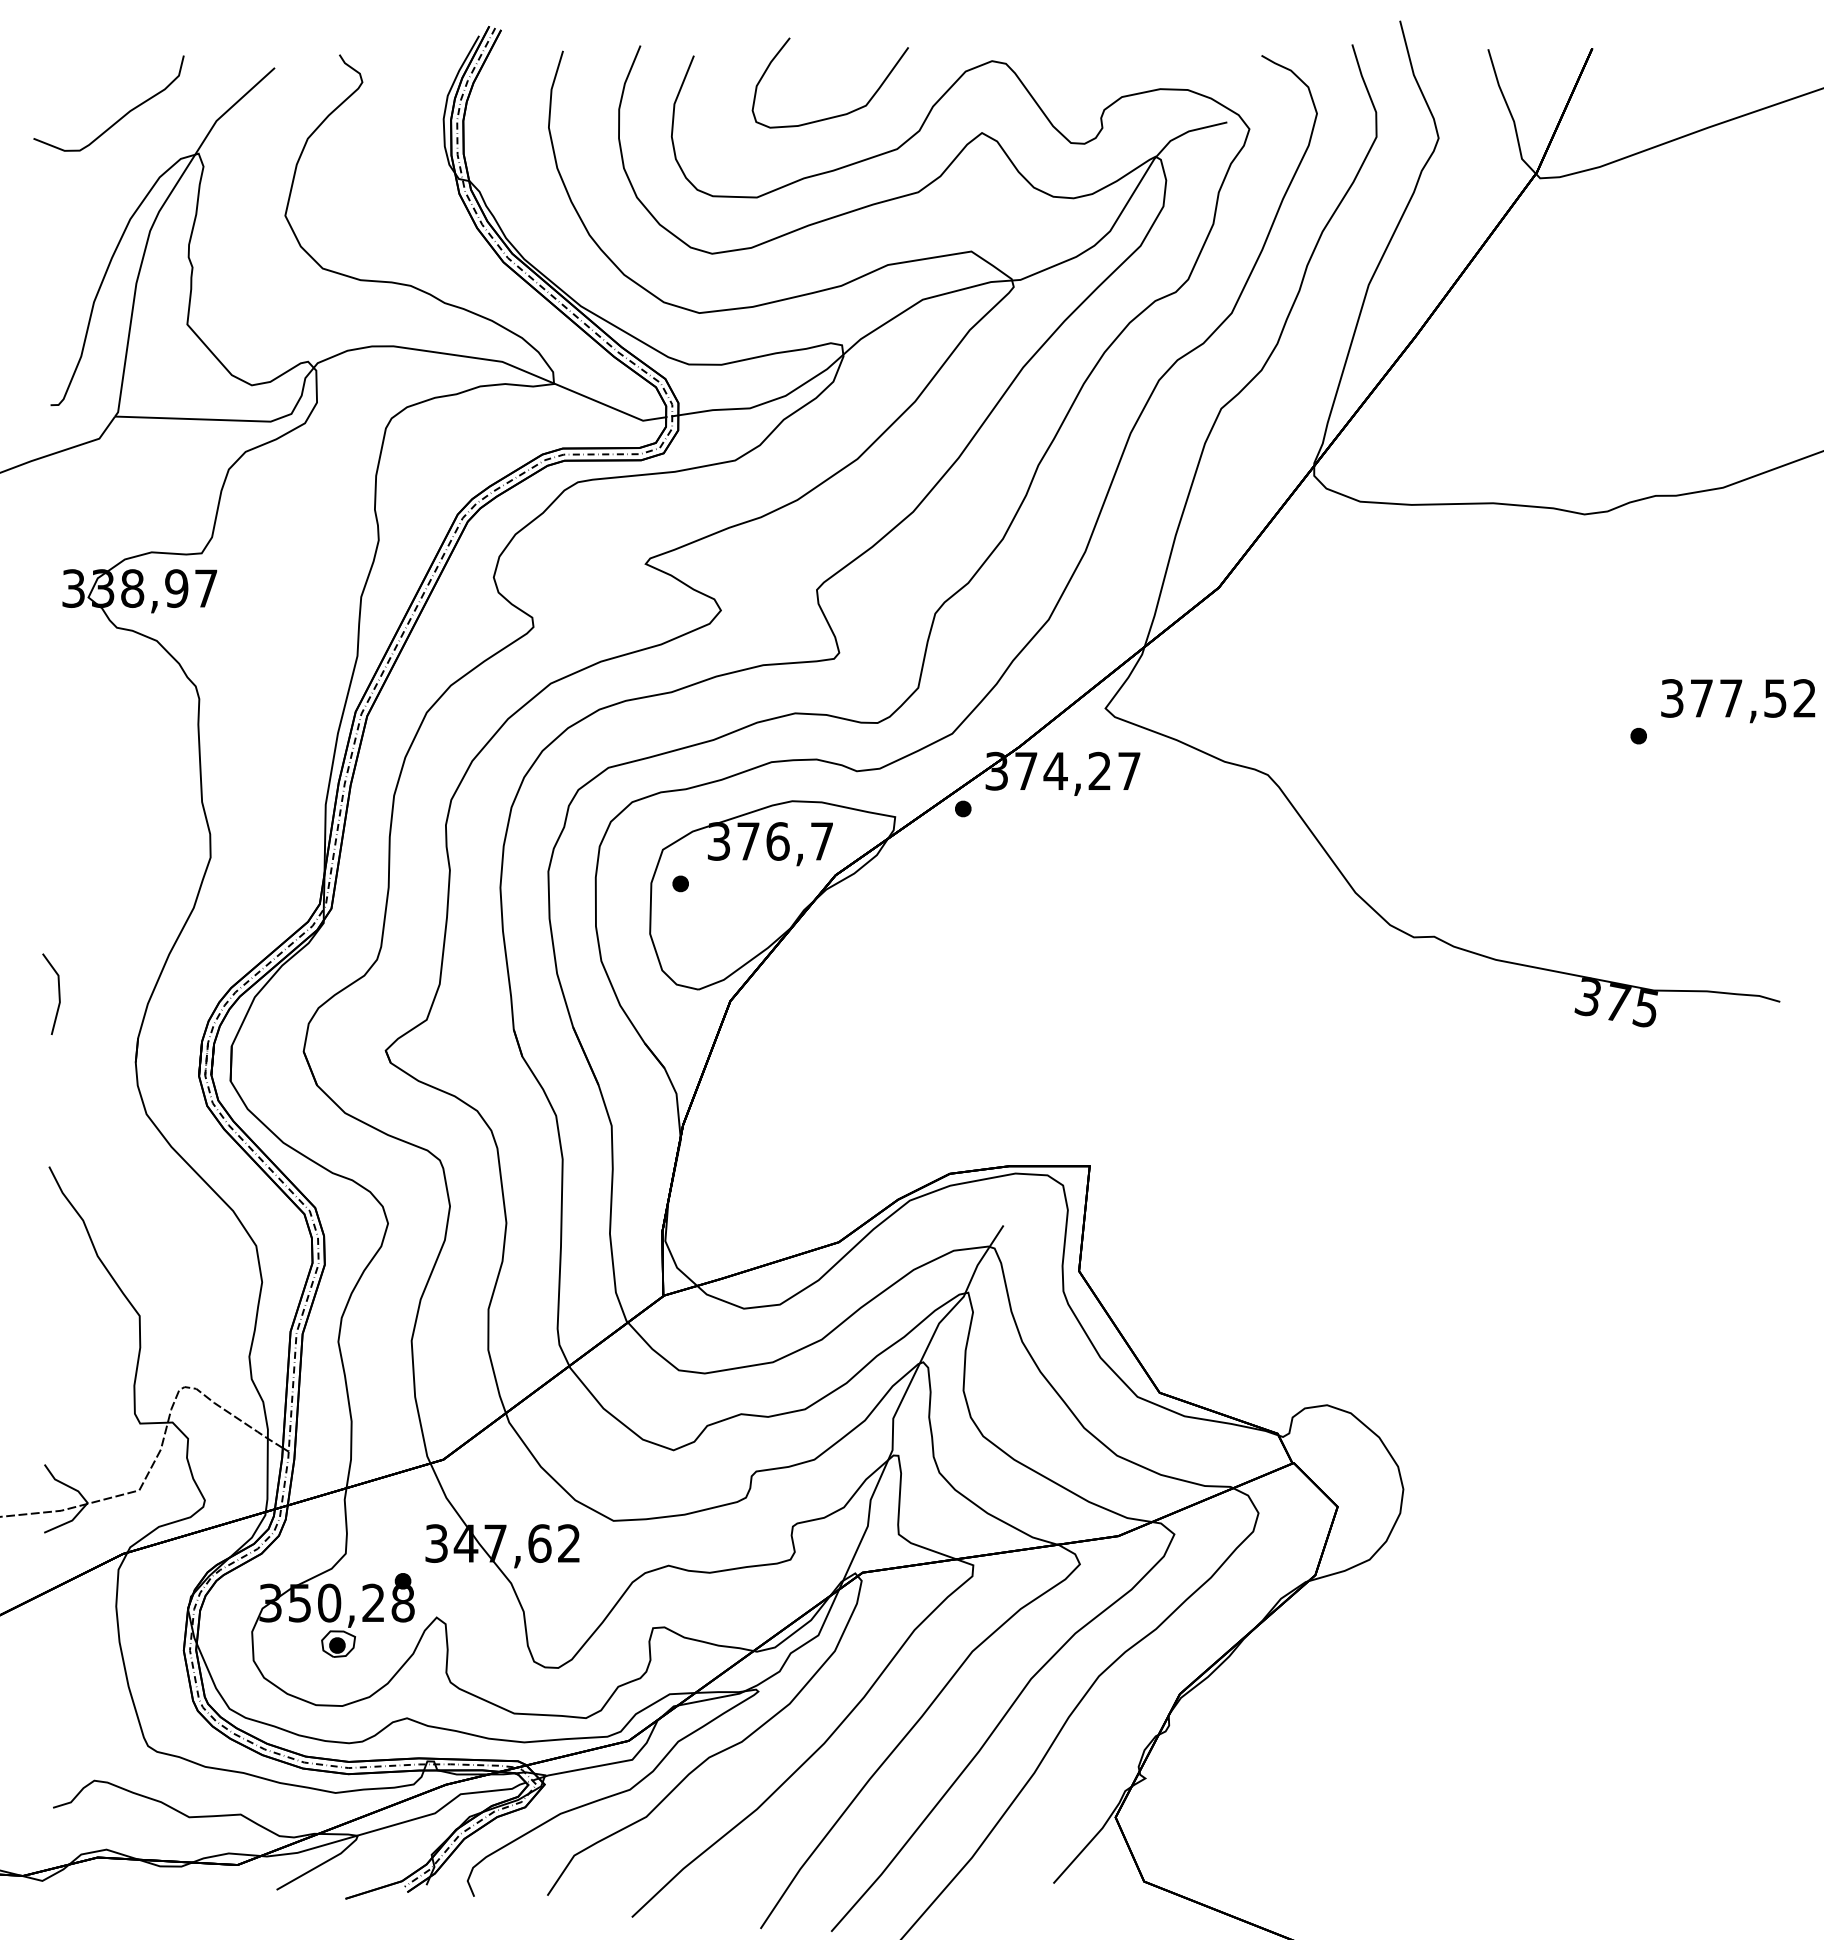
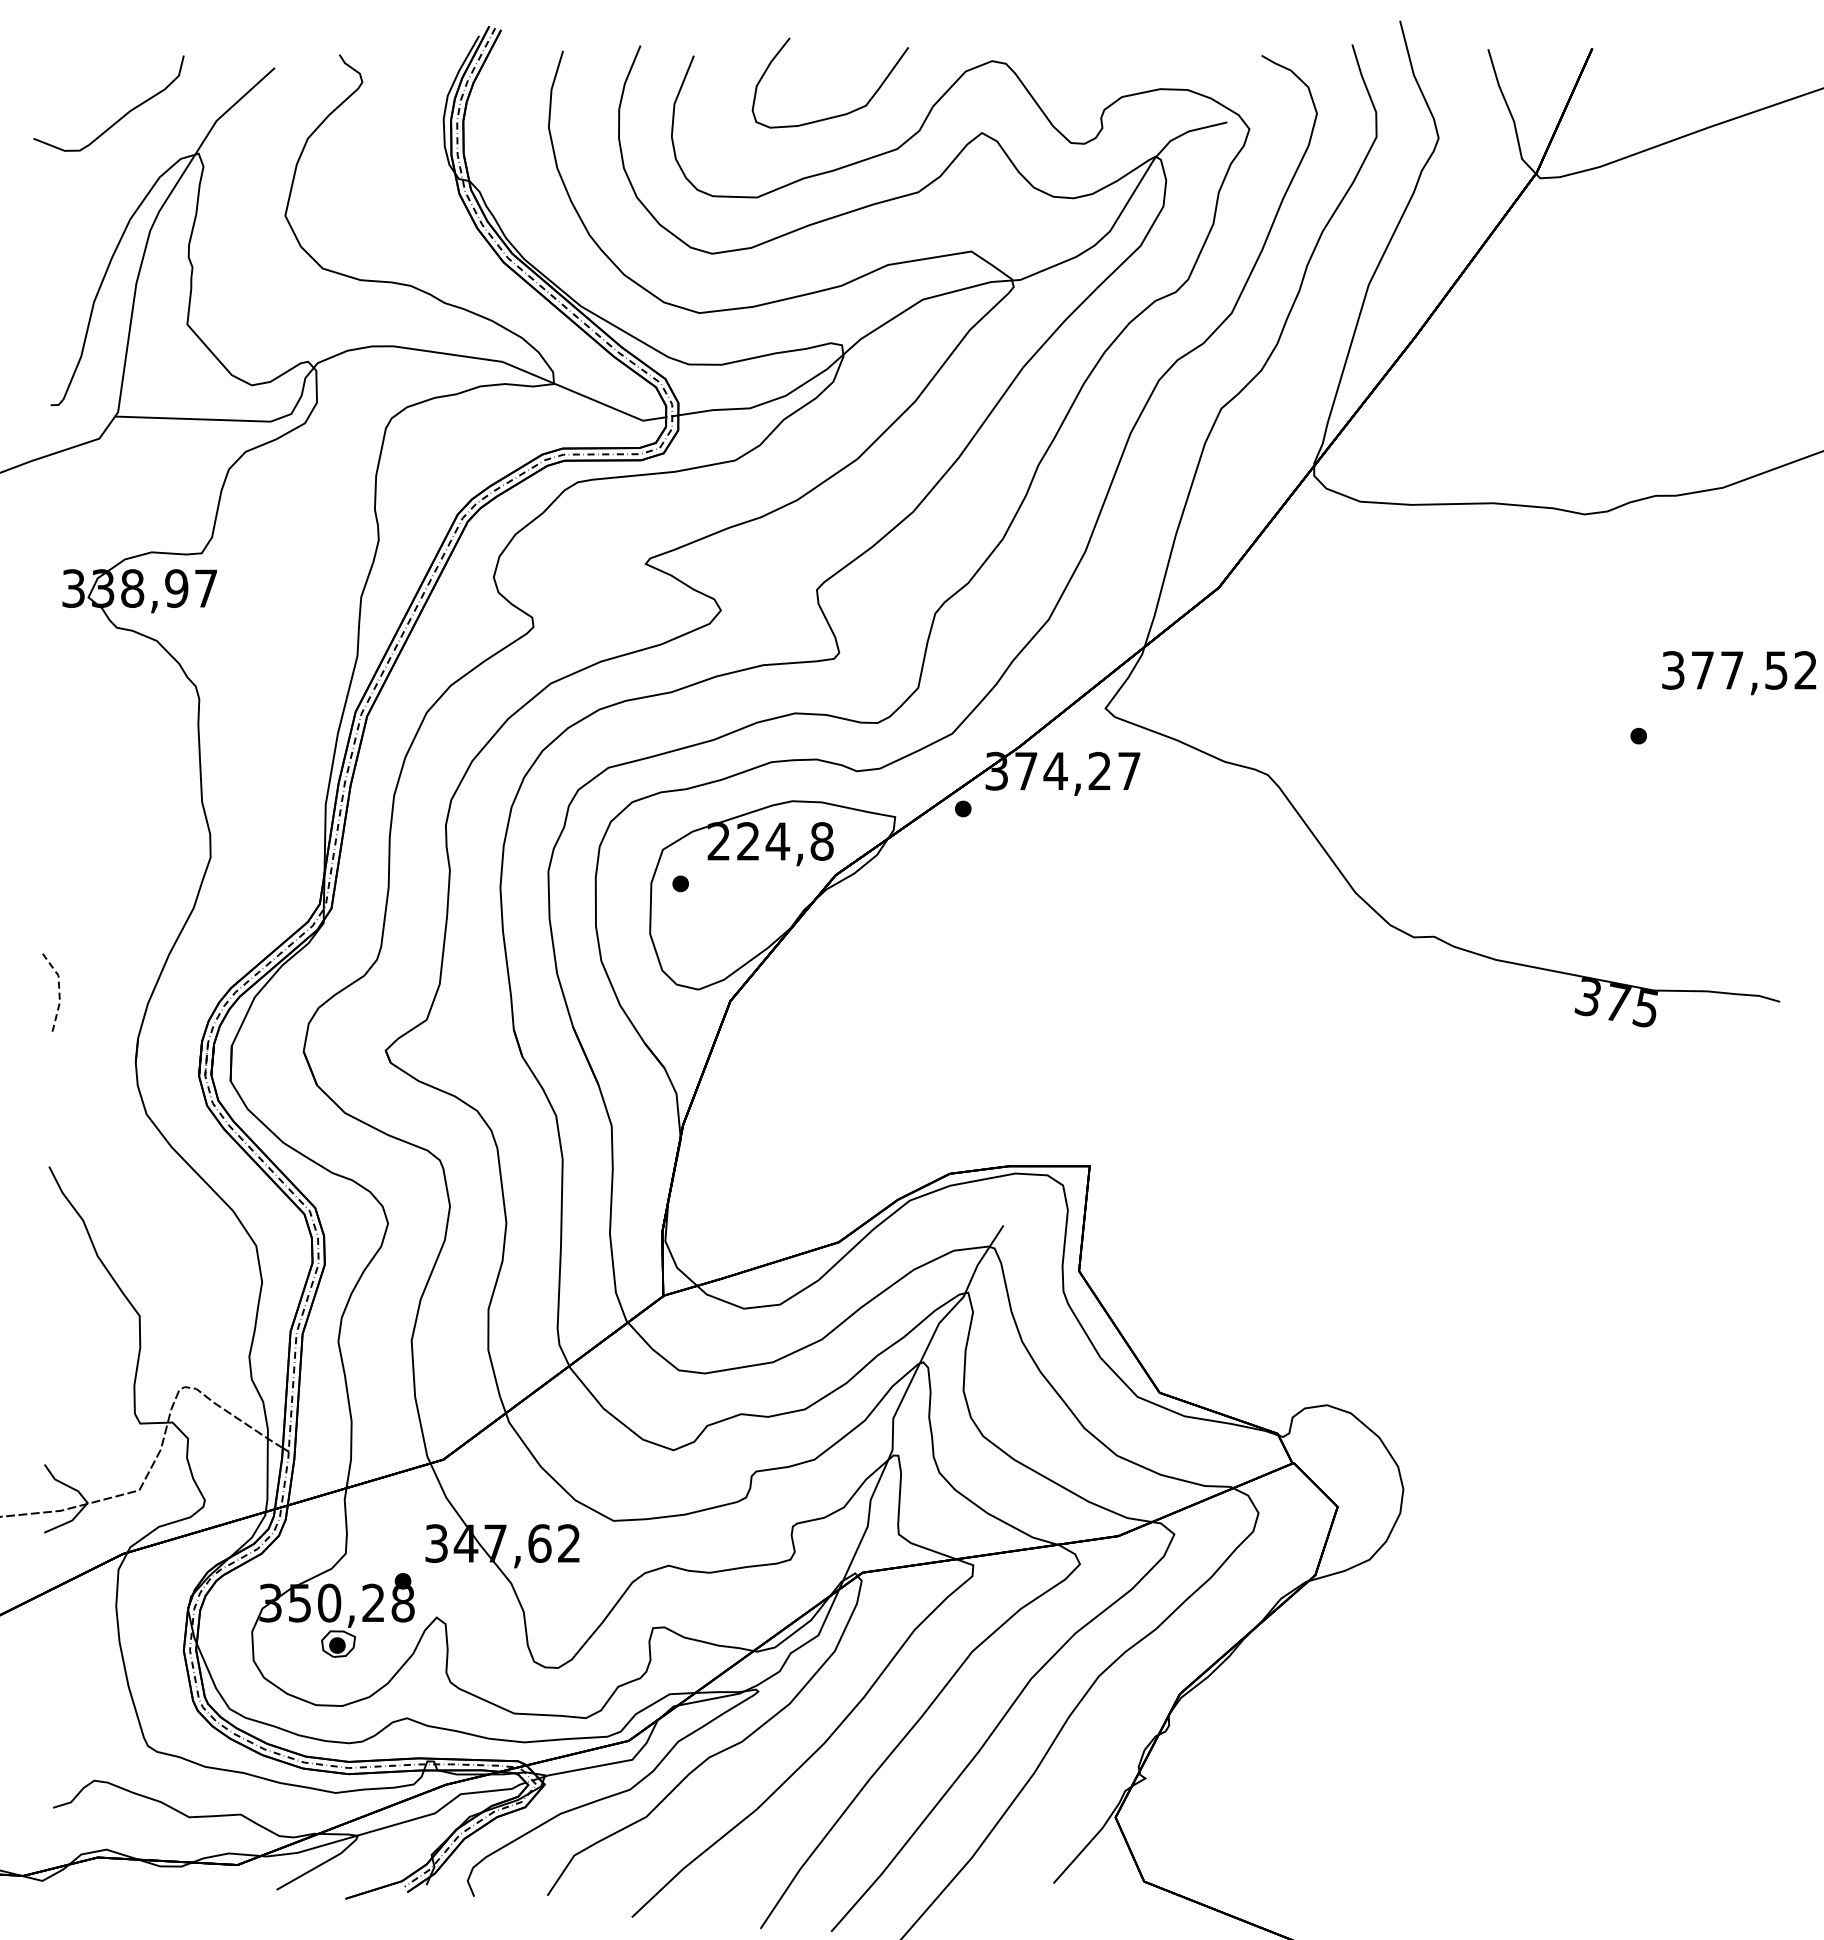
text at (1738, 701) position: (1738, 701) -> (1739, 673)
text at (770, 841): 376,7 -> 224,8
line at (59, 992): solid -> dashed
